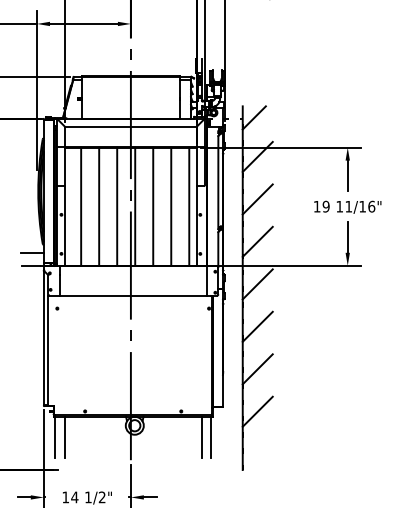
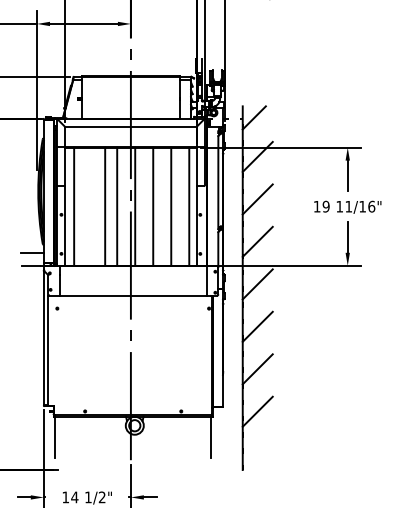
line at (81, 206) position: (81, 206) -> (74, 206)
line at (99, 206) position: (99, 206) -> (105, 206)
line at (64, 437): present -> none
line at (201, 437): present -> none
